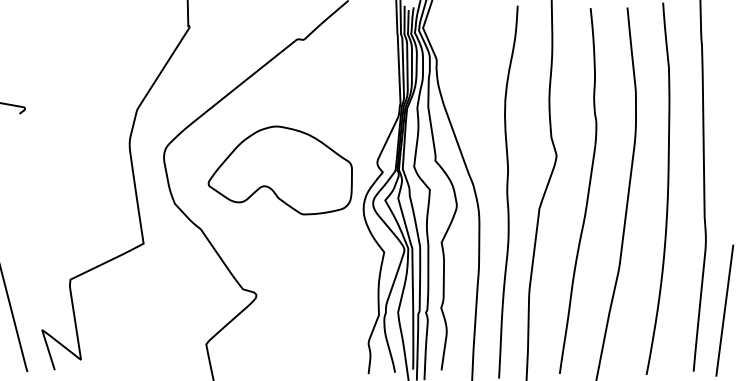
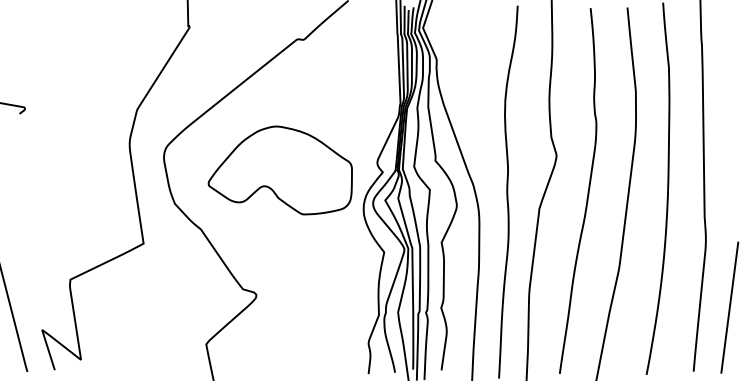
line at (724, 310) position: (724, 310) -> (729, 307)
